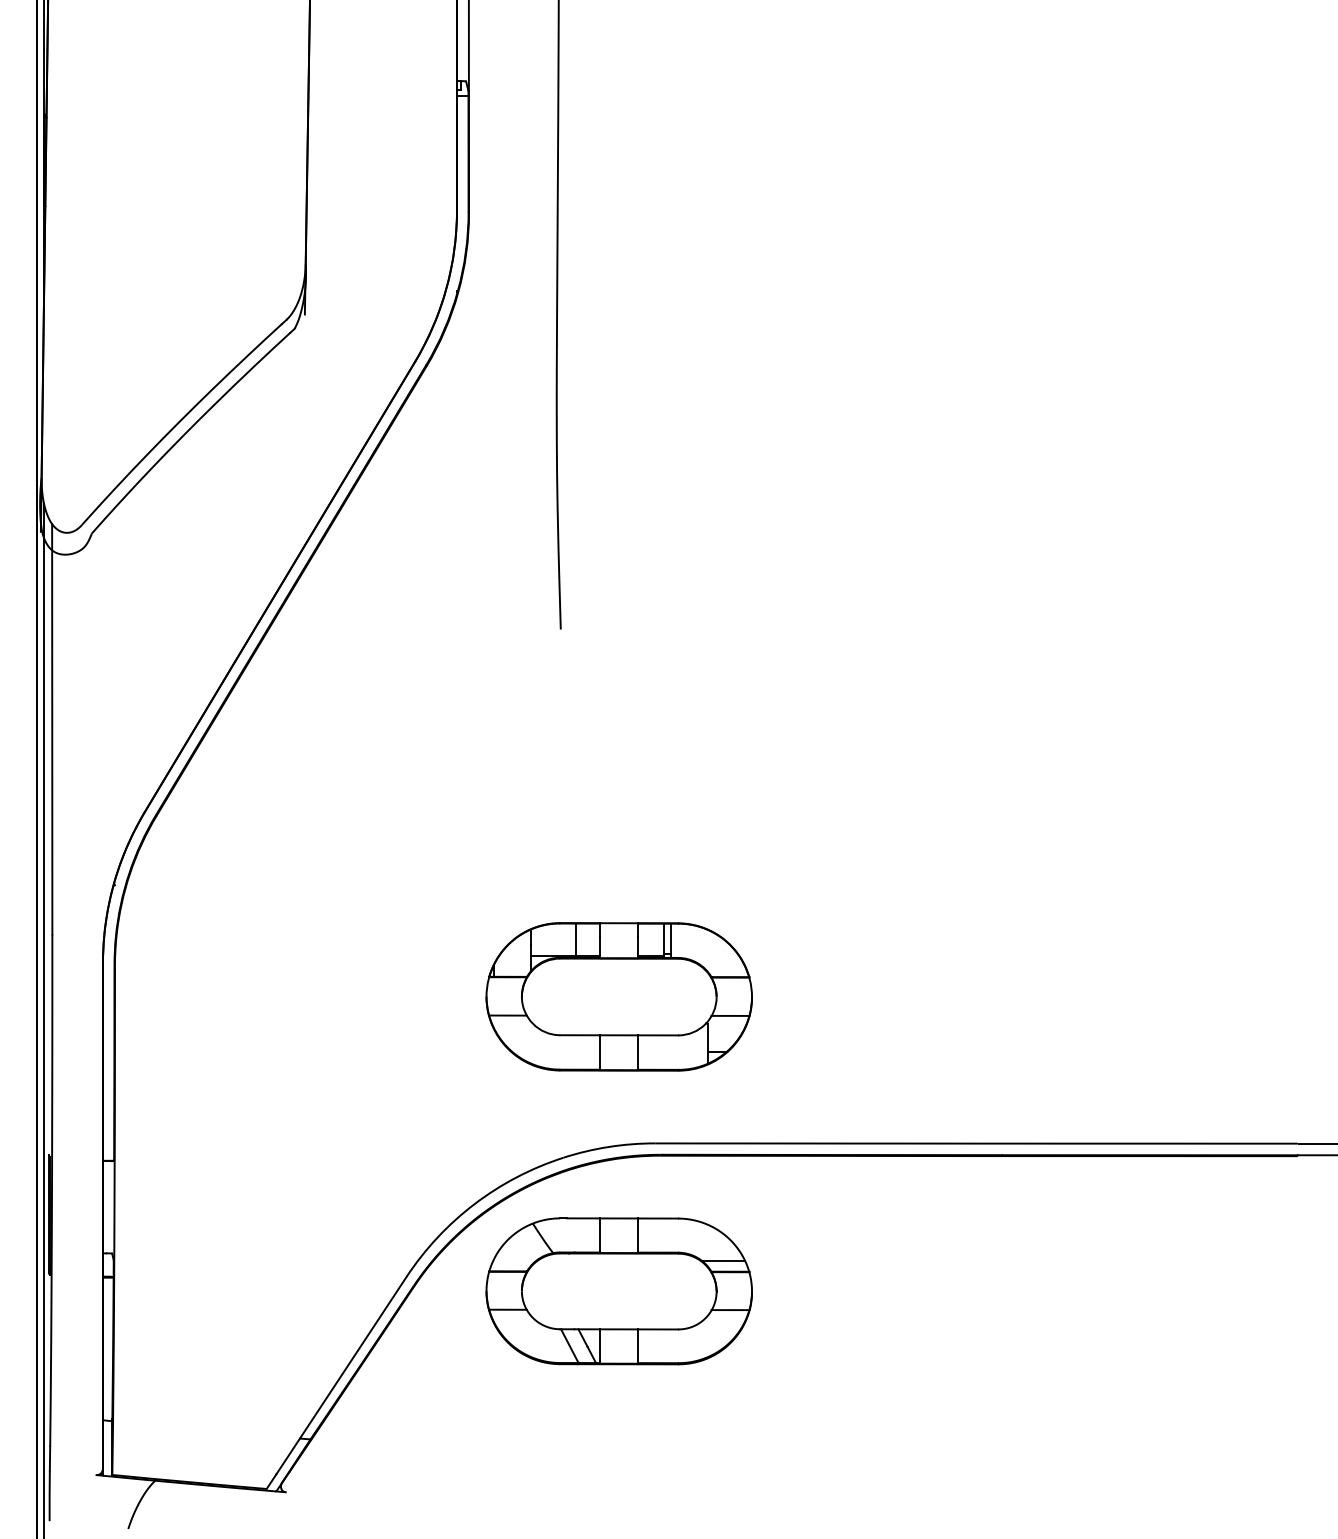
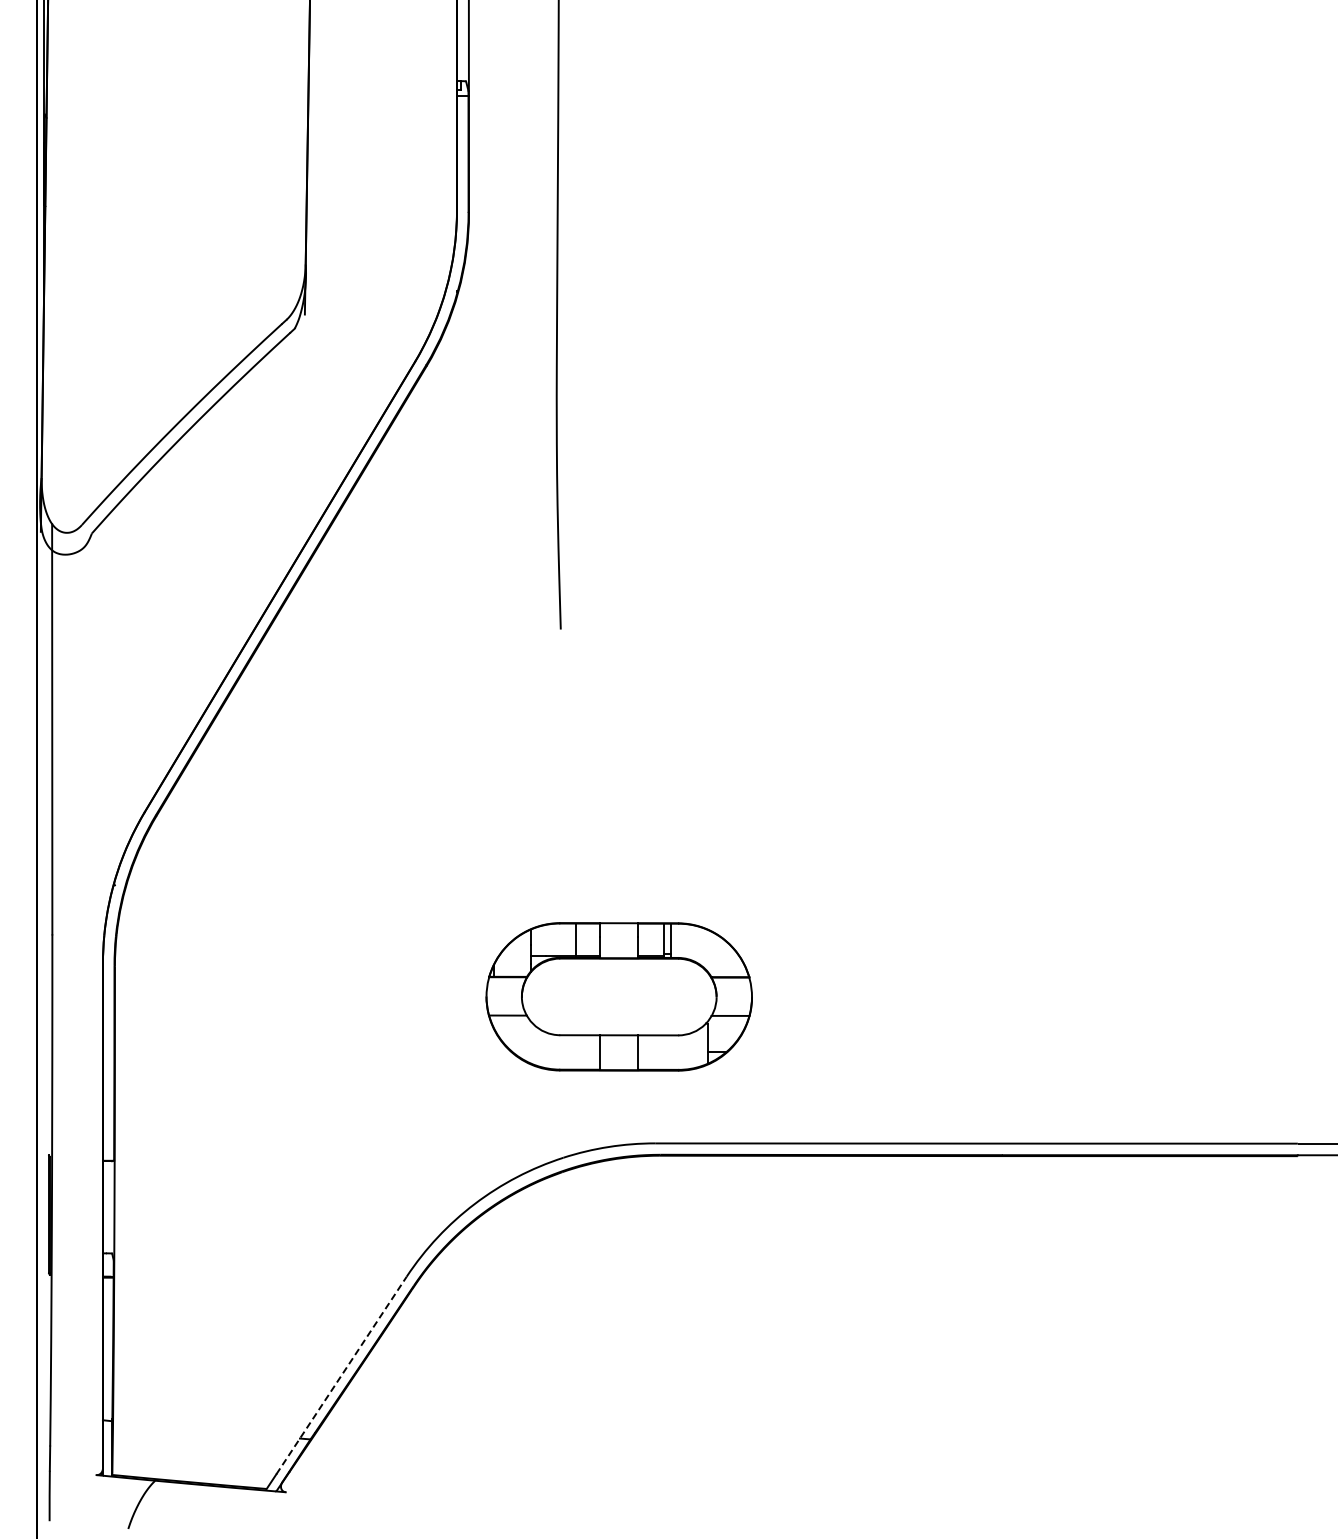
line at (43, 1019): present -> none
part at (618, 1291): present -> none
line at (341, 1375): solid -> dashed
